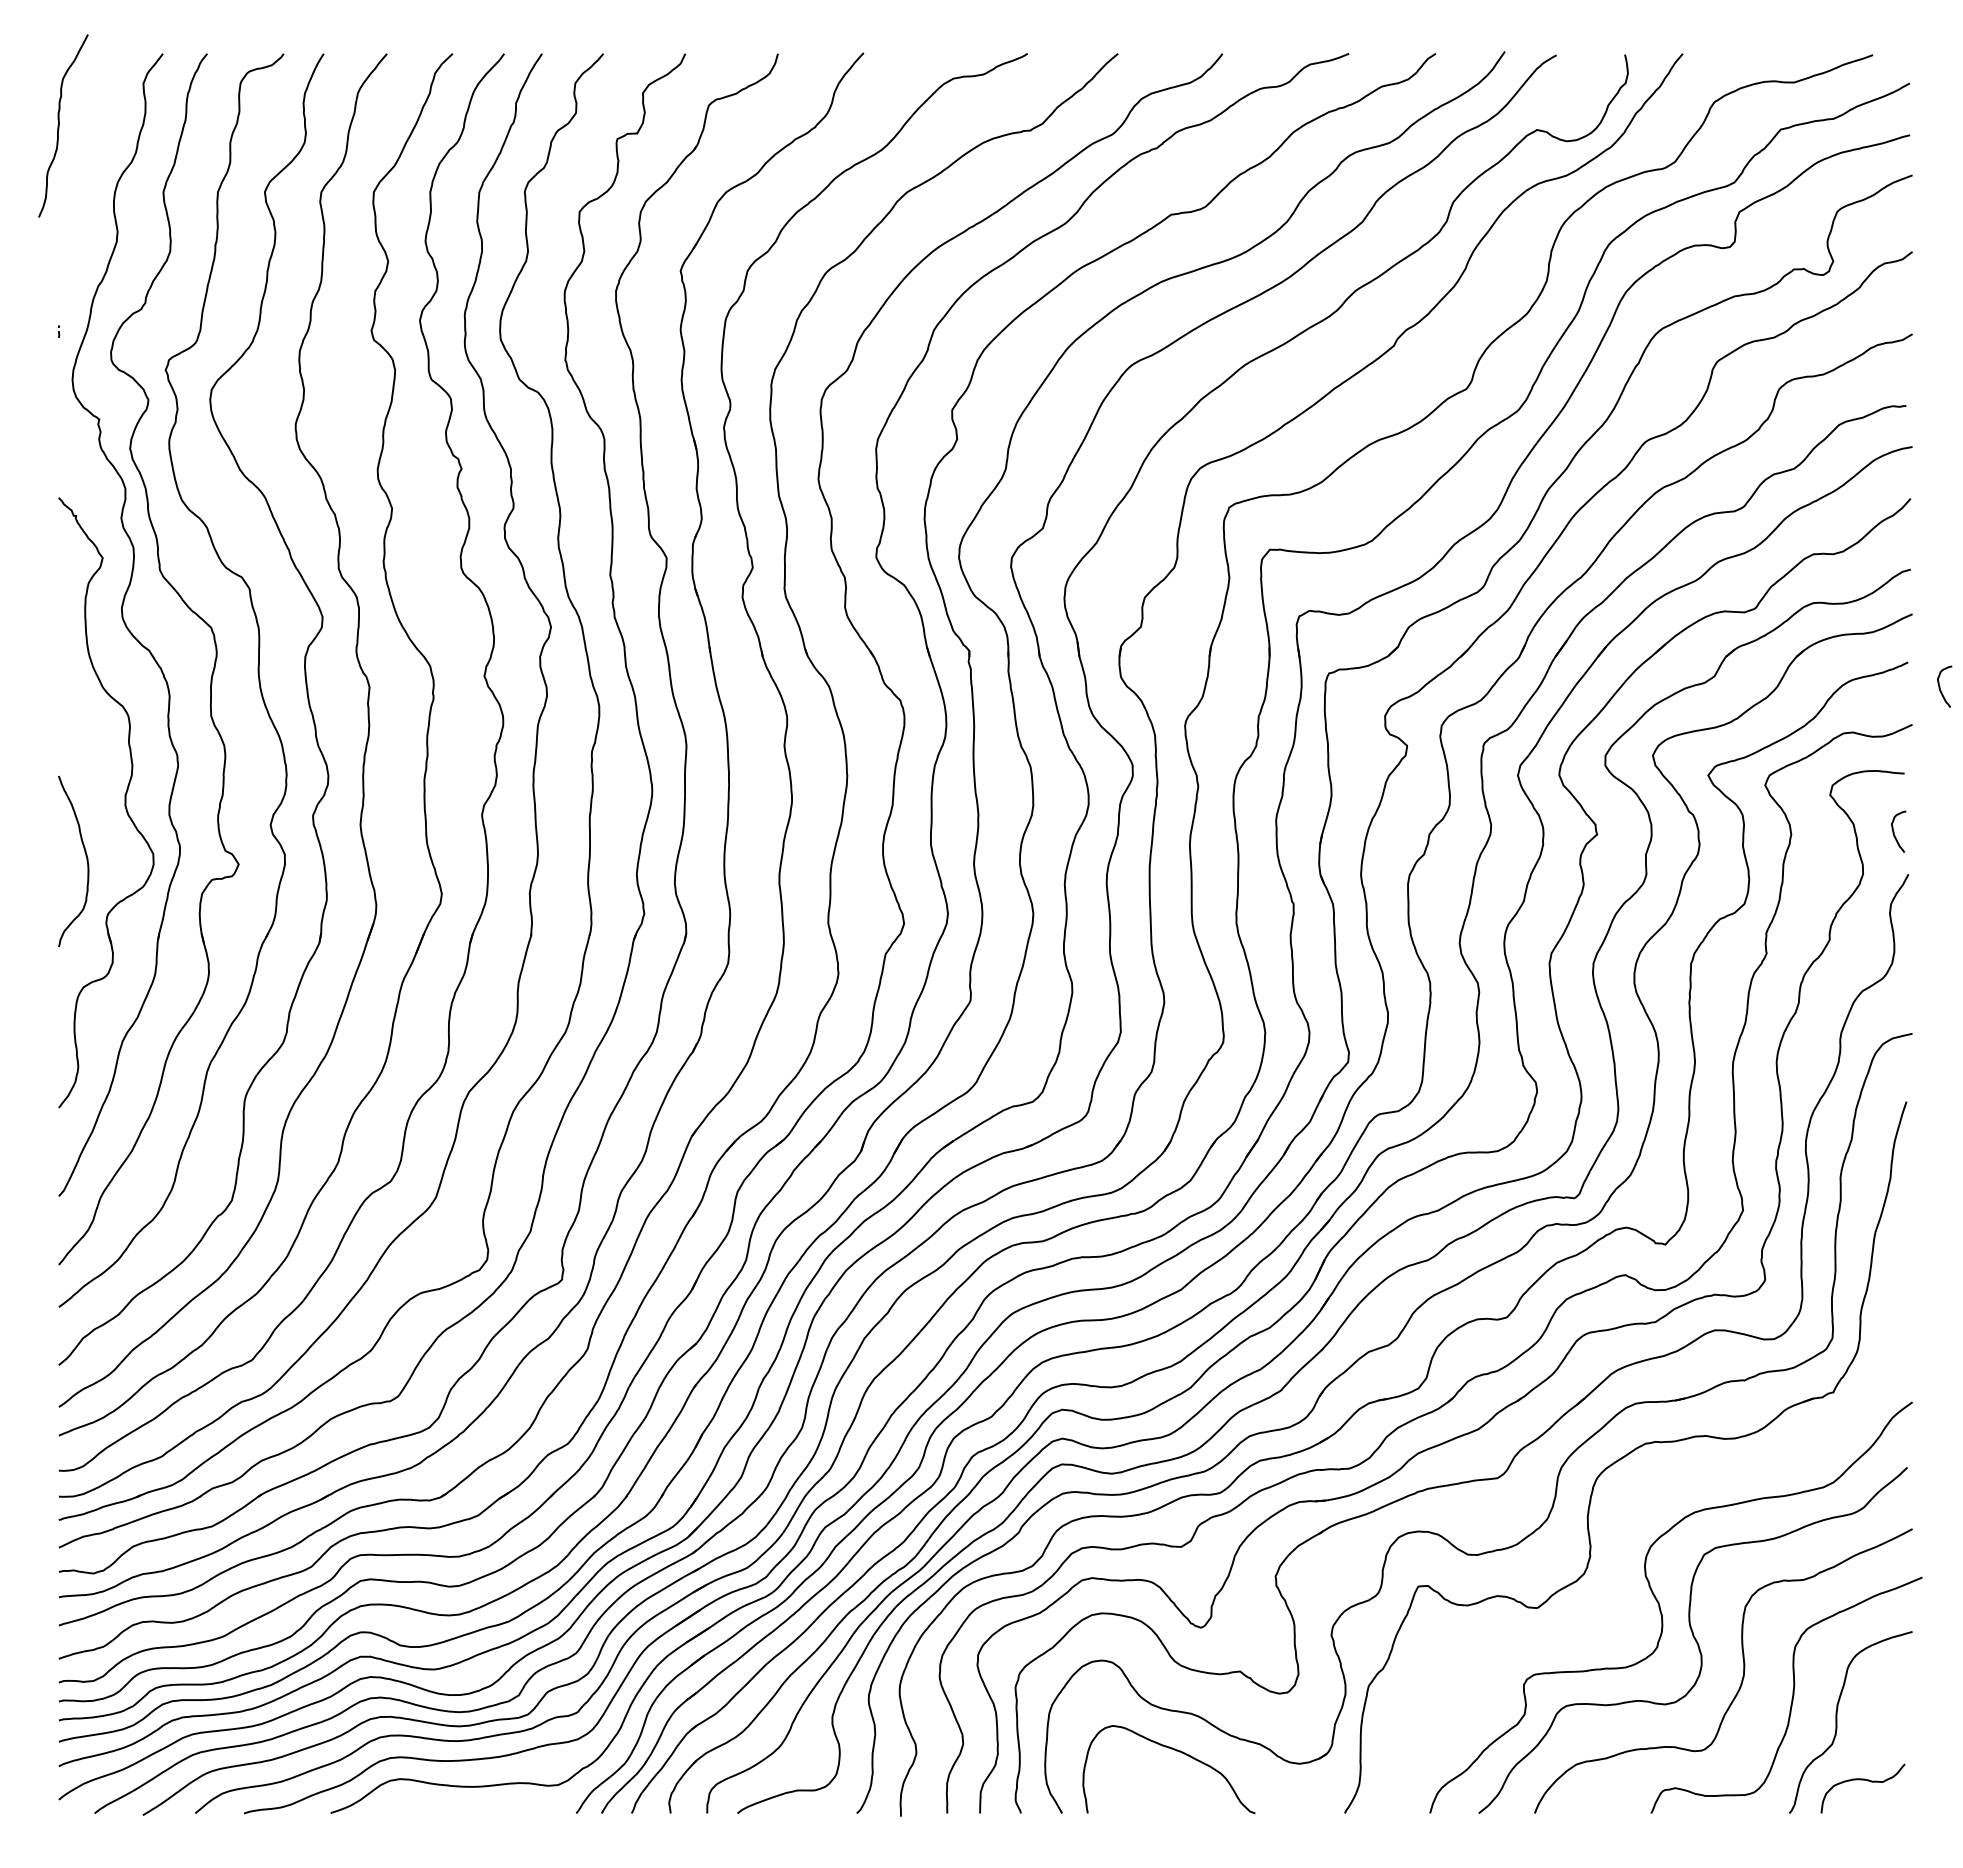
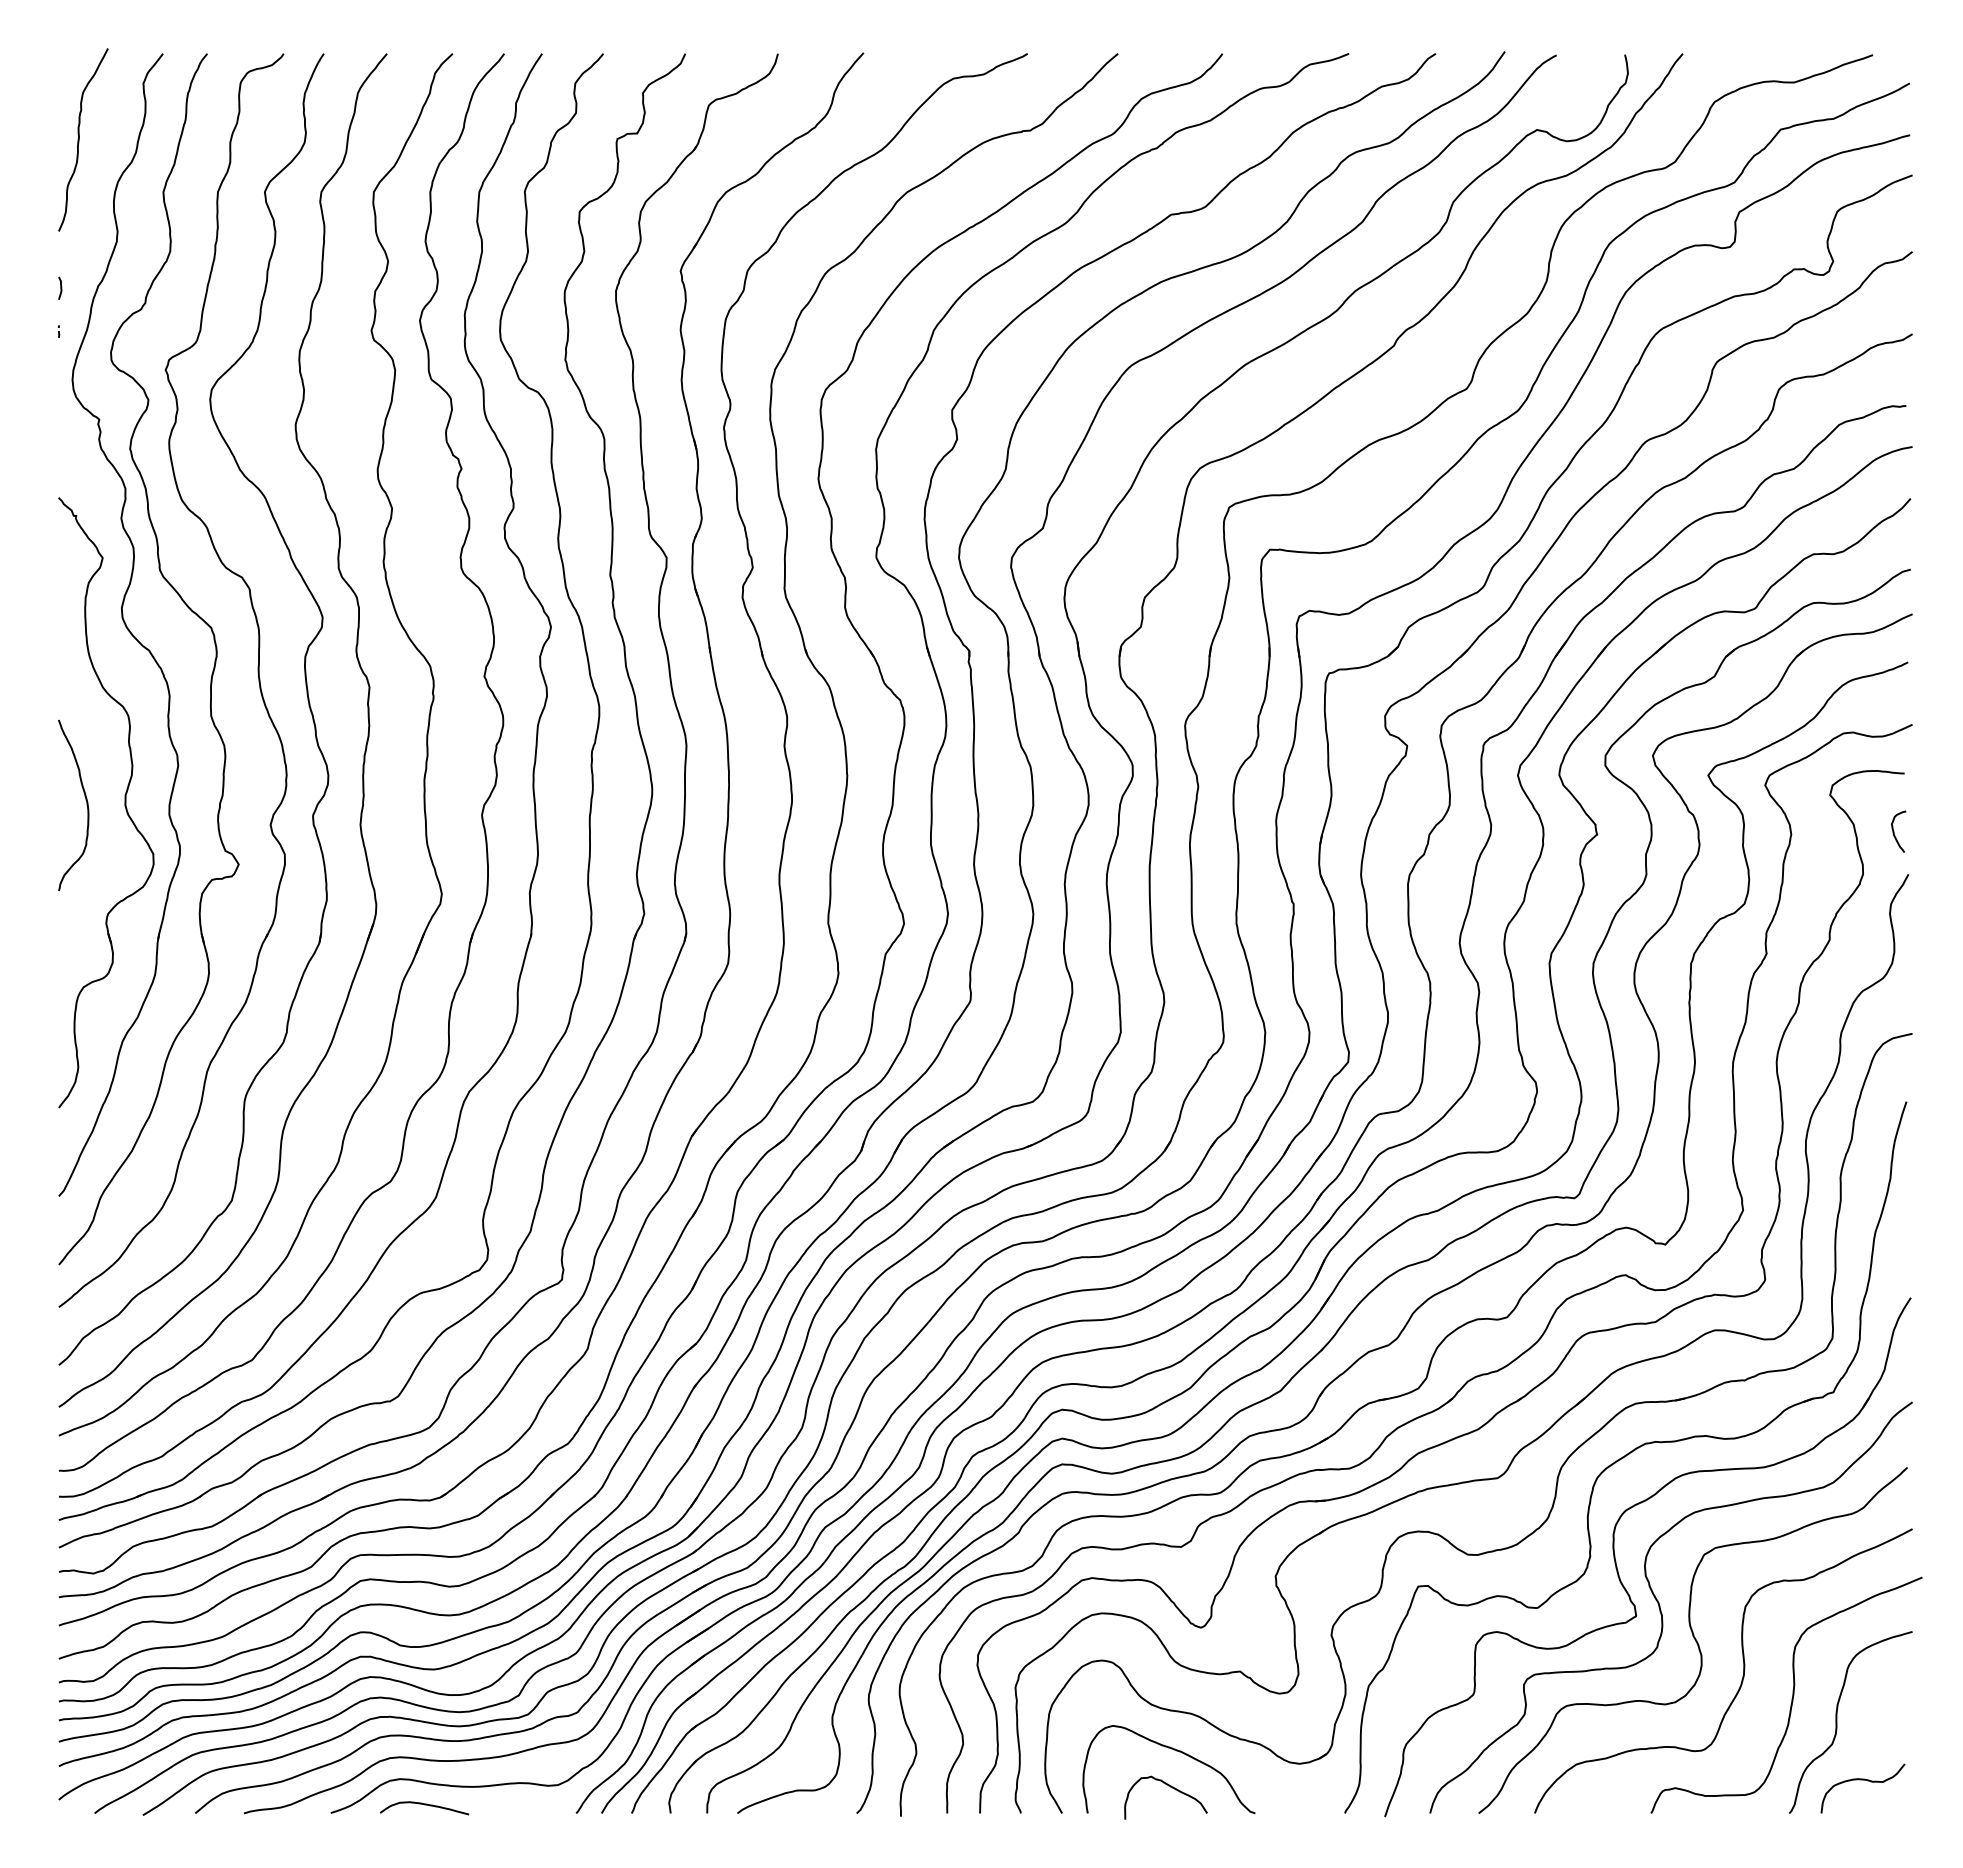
curve at (59, 125) position: (59, 125) -> (79, 139)
curve at (60, 287): none -> present
curve at (1940, 686): present -> none
curve at (85, 856) position: (85, 856) -> (85, 800)
part at (1616, 1561): none -> present
curve at (1170, 1787): none -> present
curve at (424, 1805): none -> present
